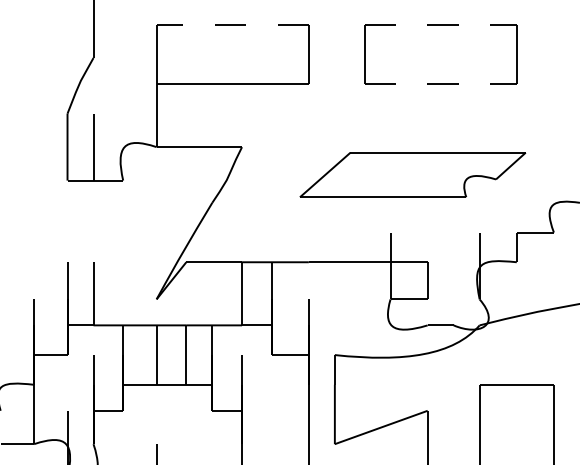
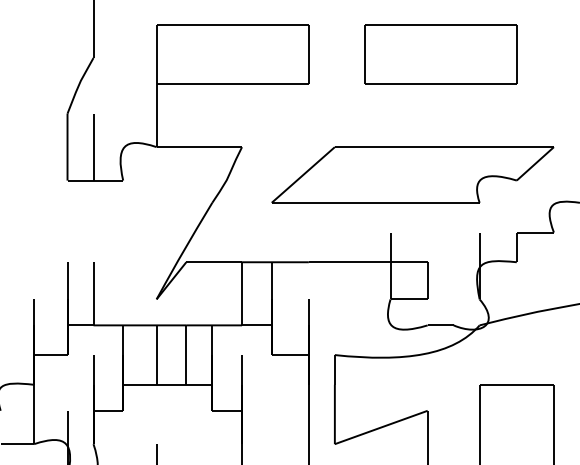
line at (232, 24): dashed -> solid
line at (441, 24): dashed -> solid
line at (441, 84): dashed -> solid
part at (412, 174) size: 228x46 px -> 284x58 px
